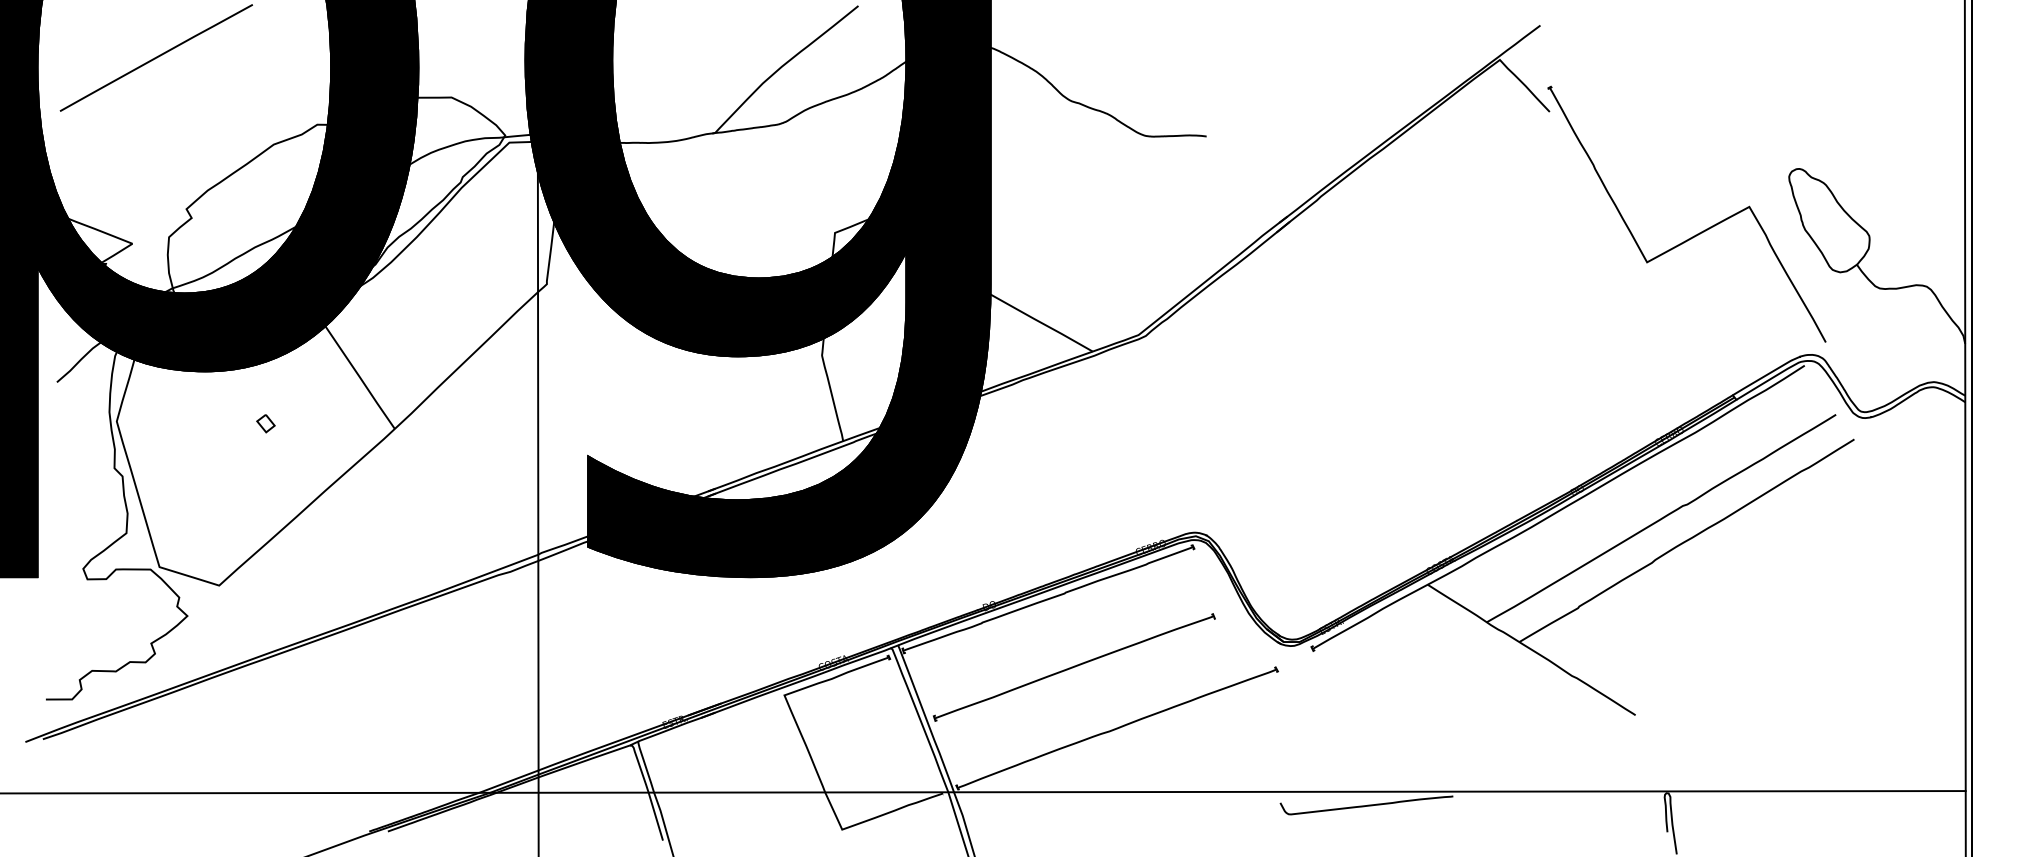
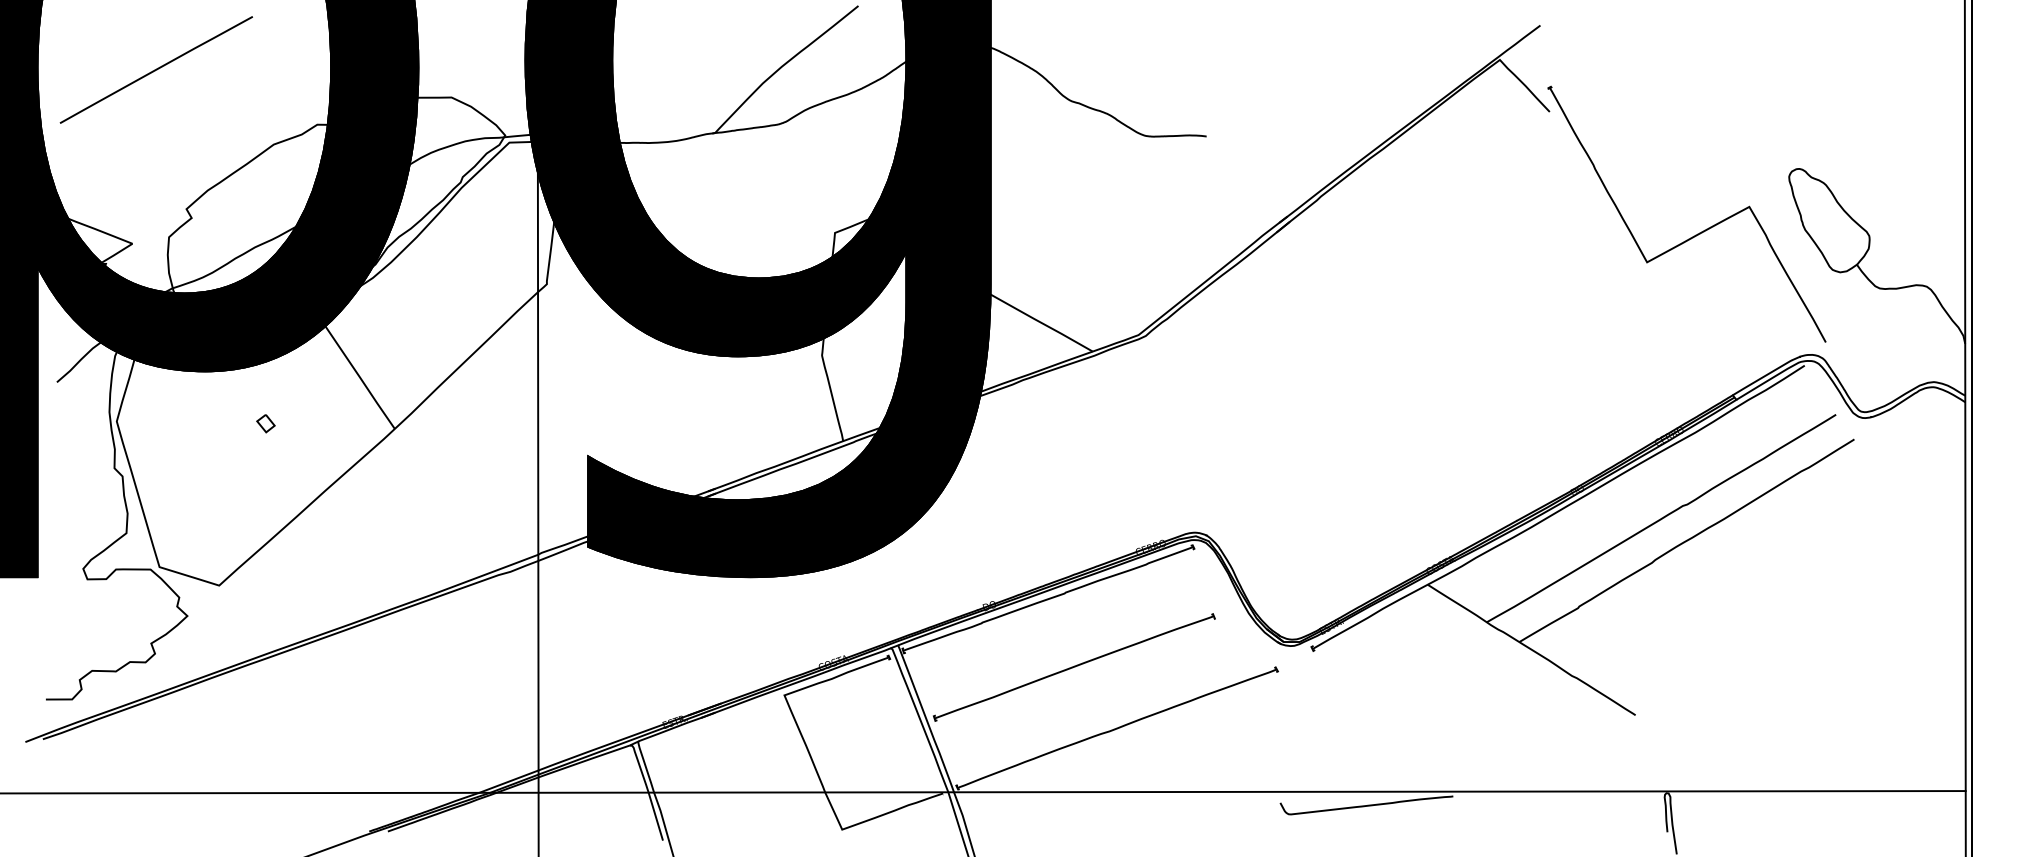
line at (155, 57) position: (155, 57) -> (155, 69)
